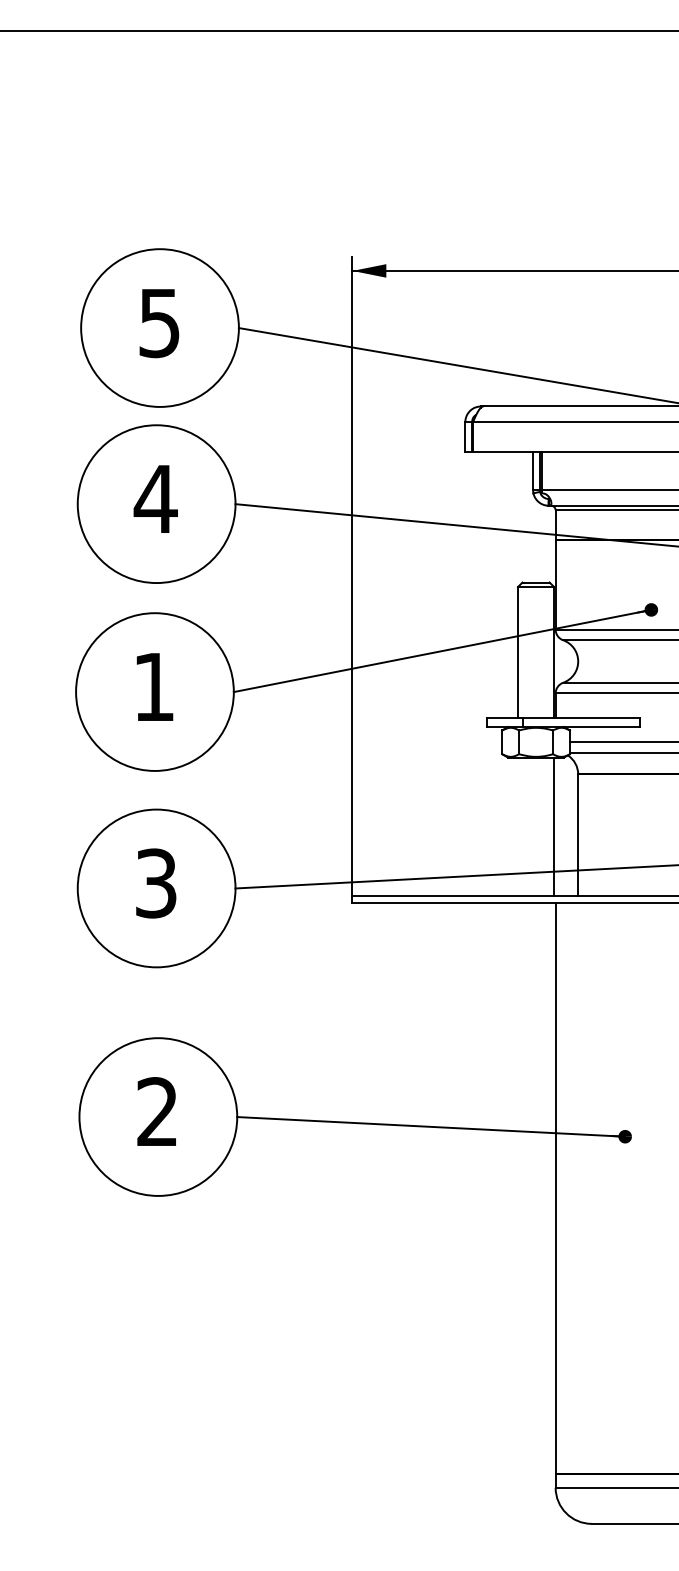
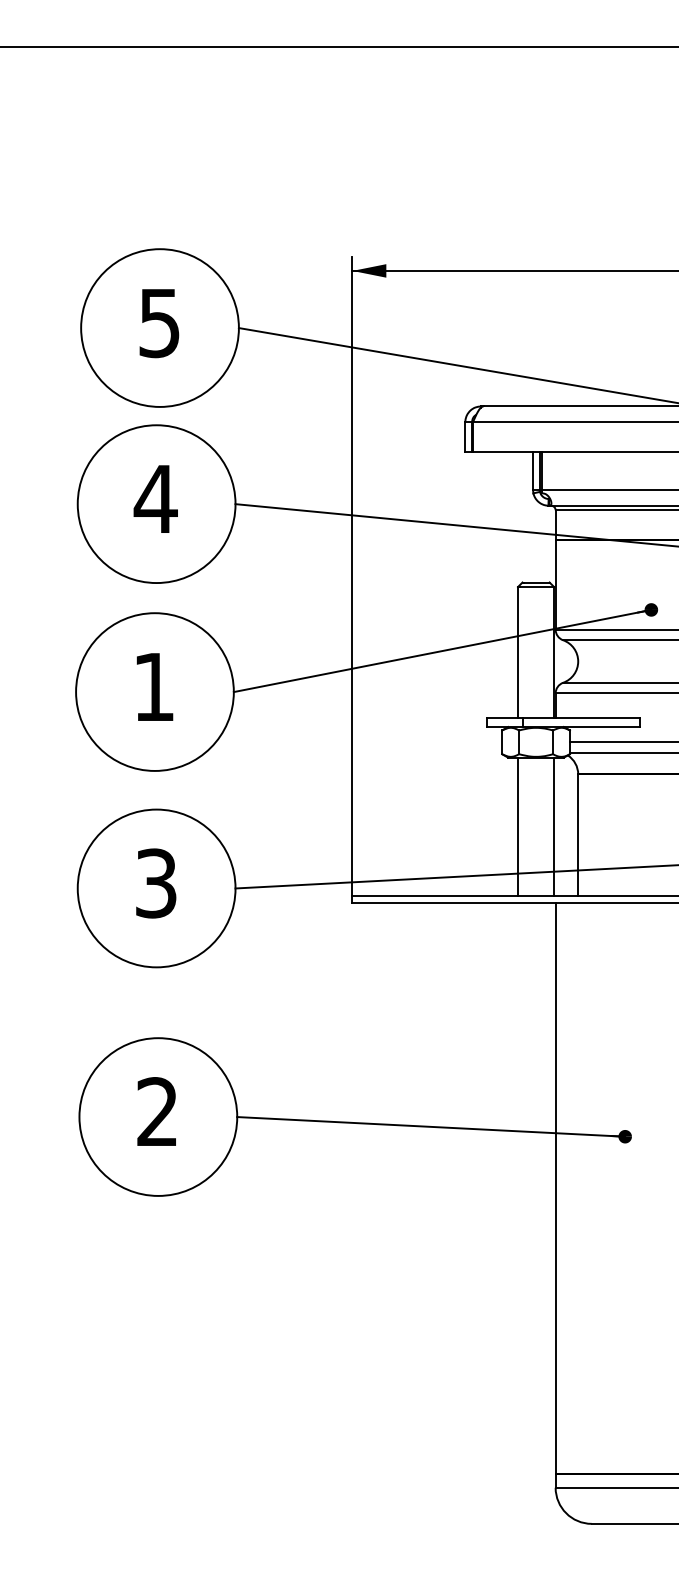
line at (338, 31) position: (338, 31) -> (338, 47)
line at (518, 826): none -> present
